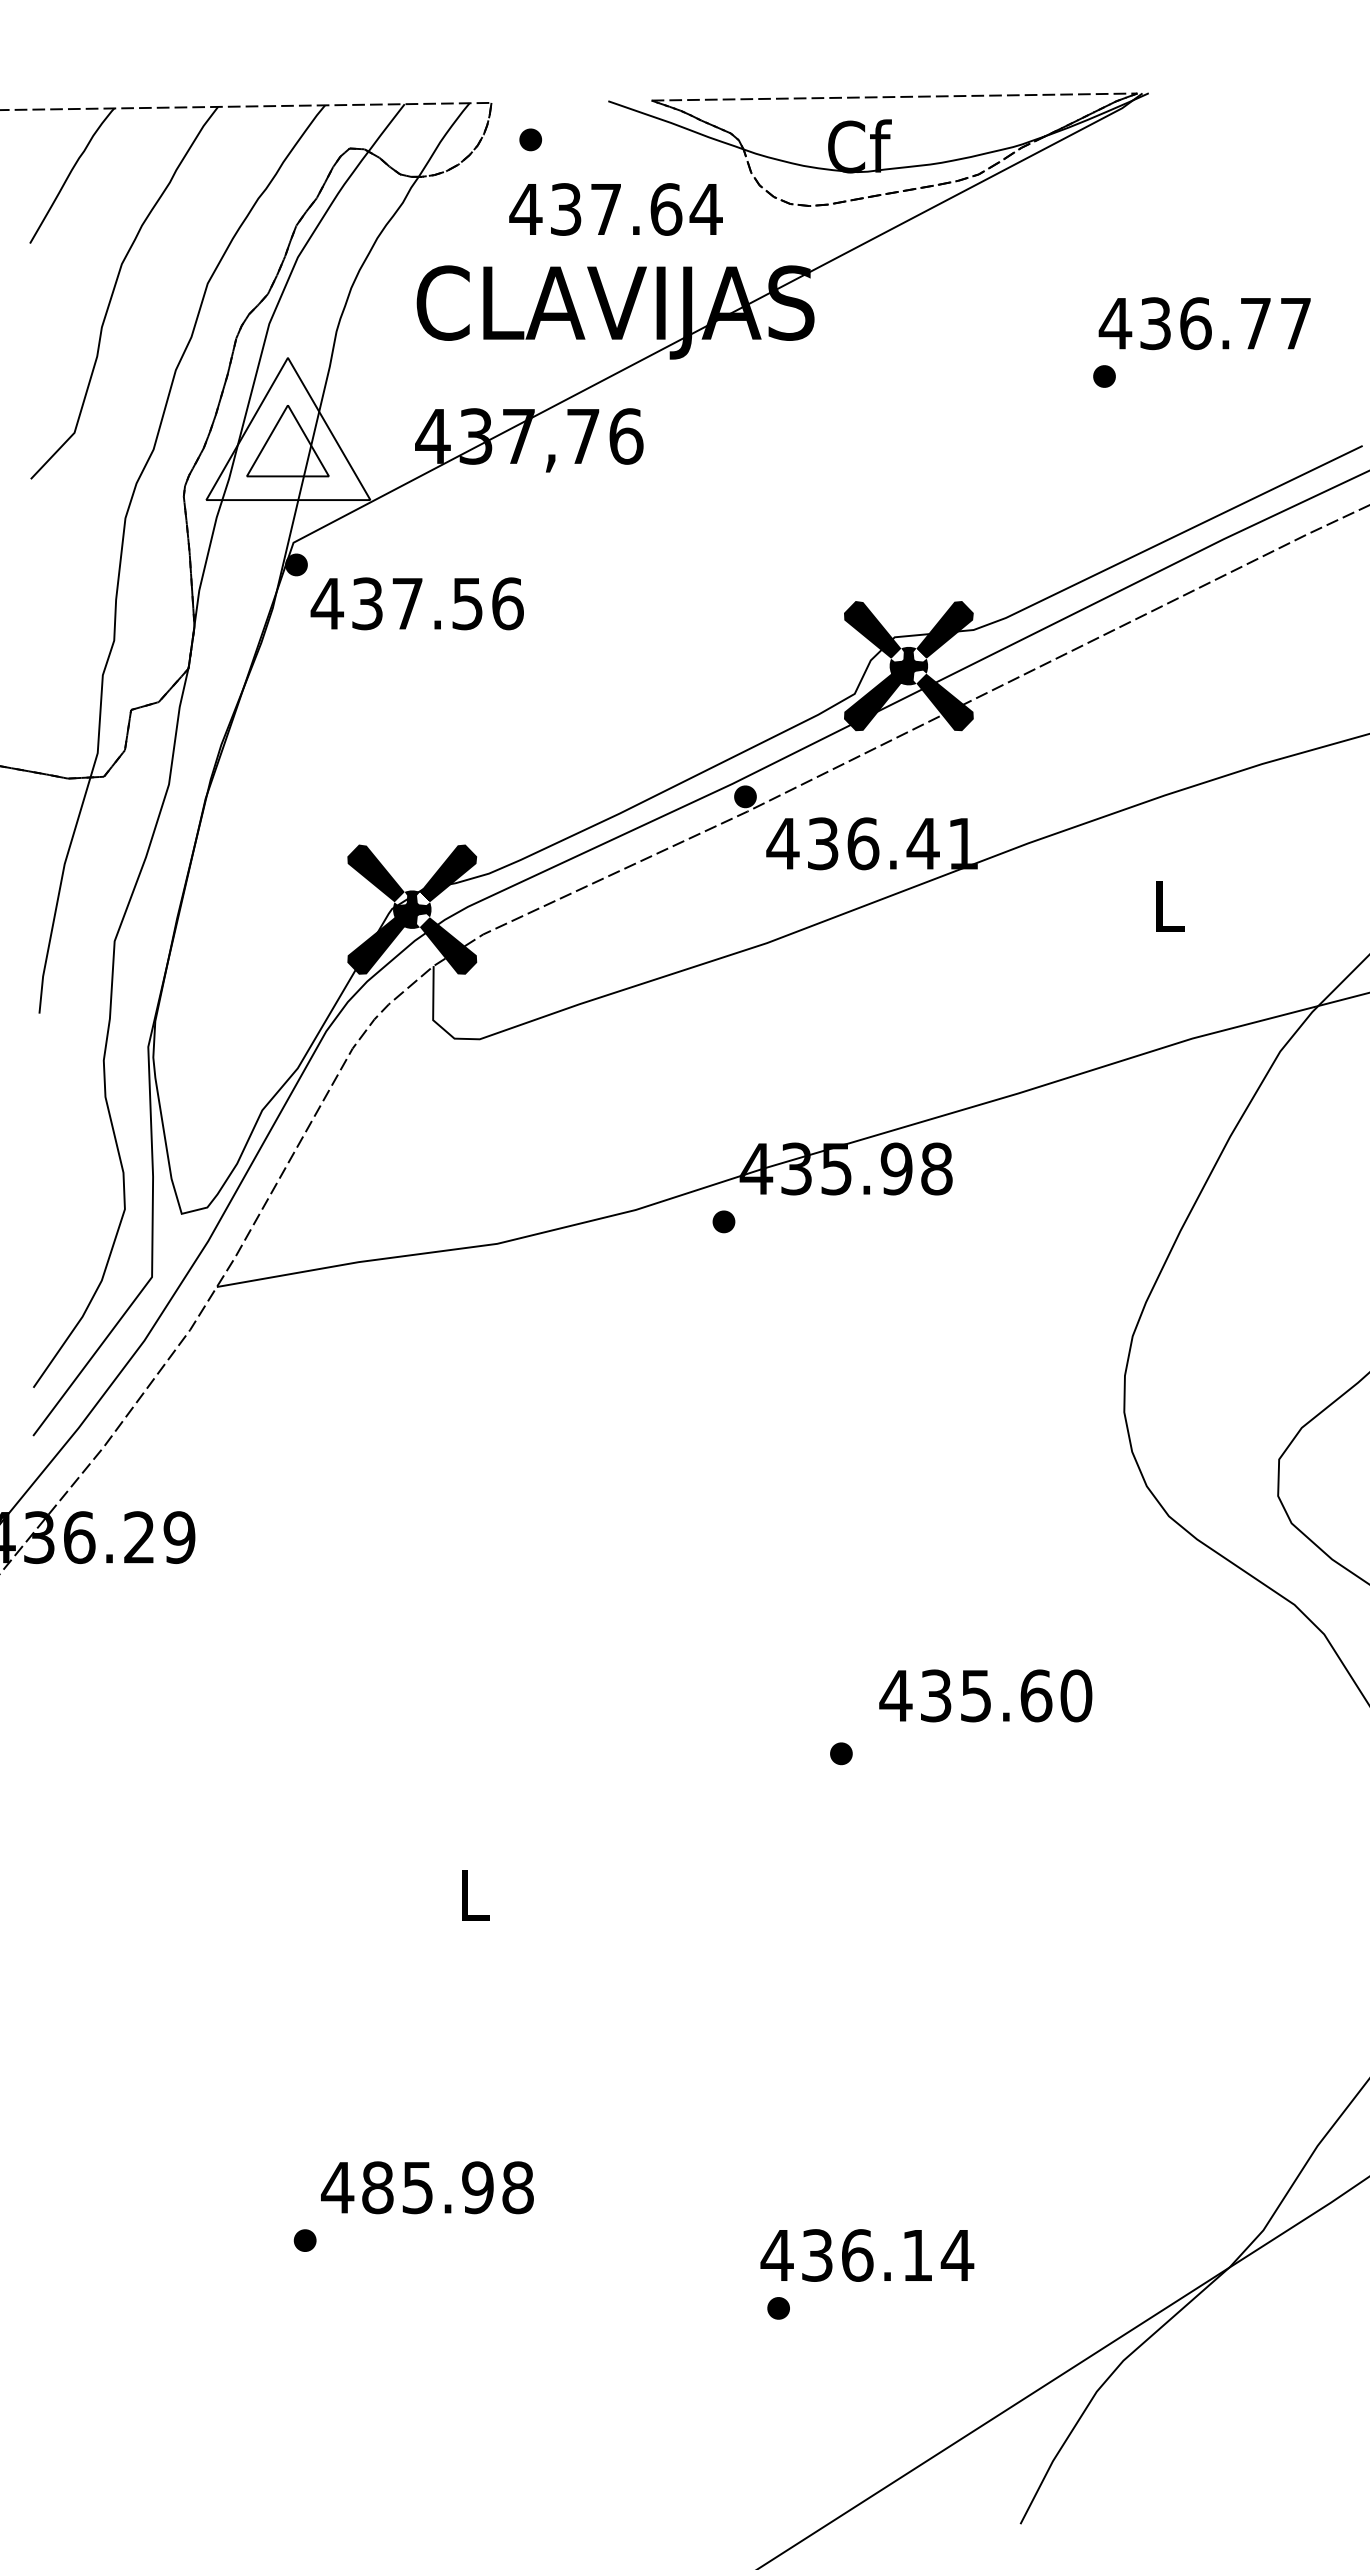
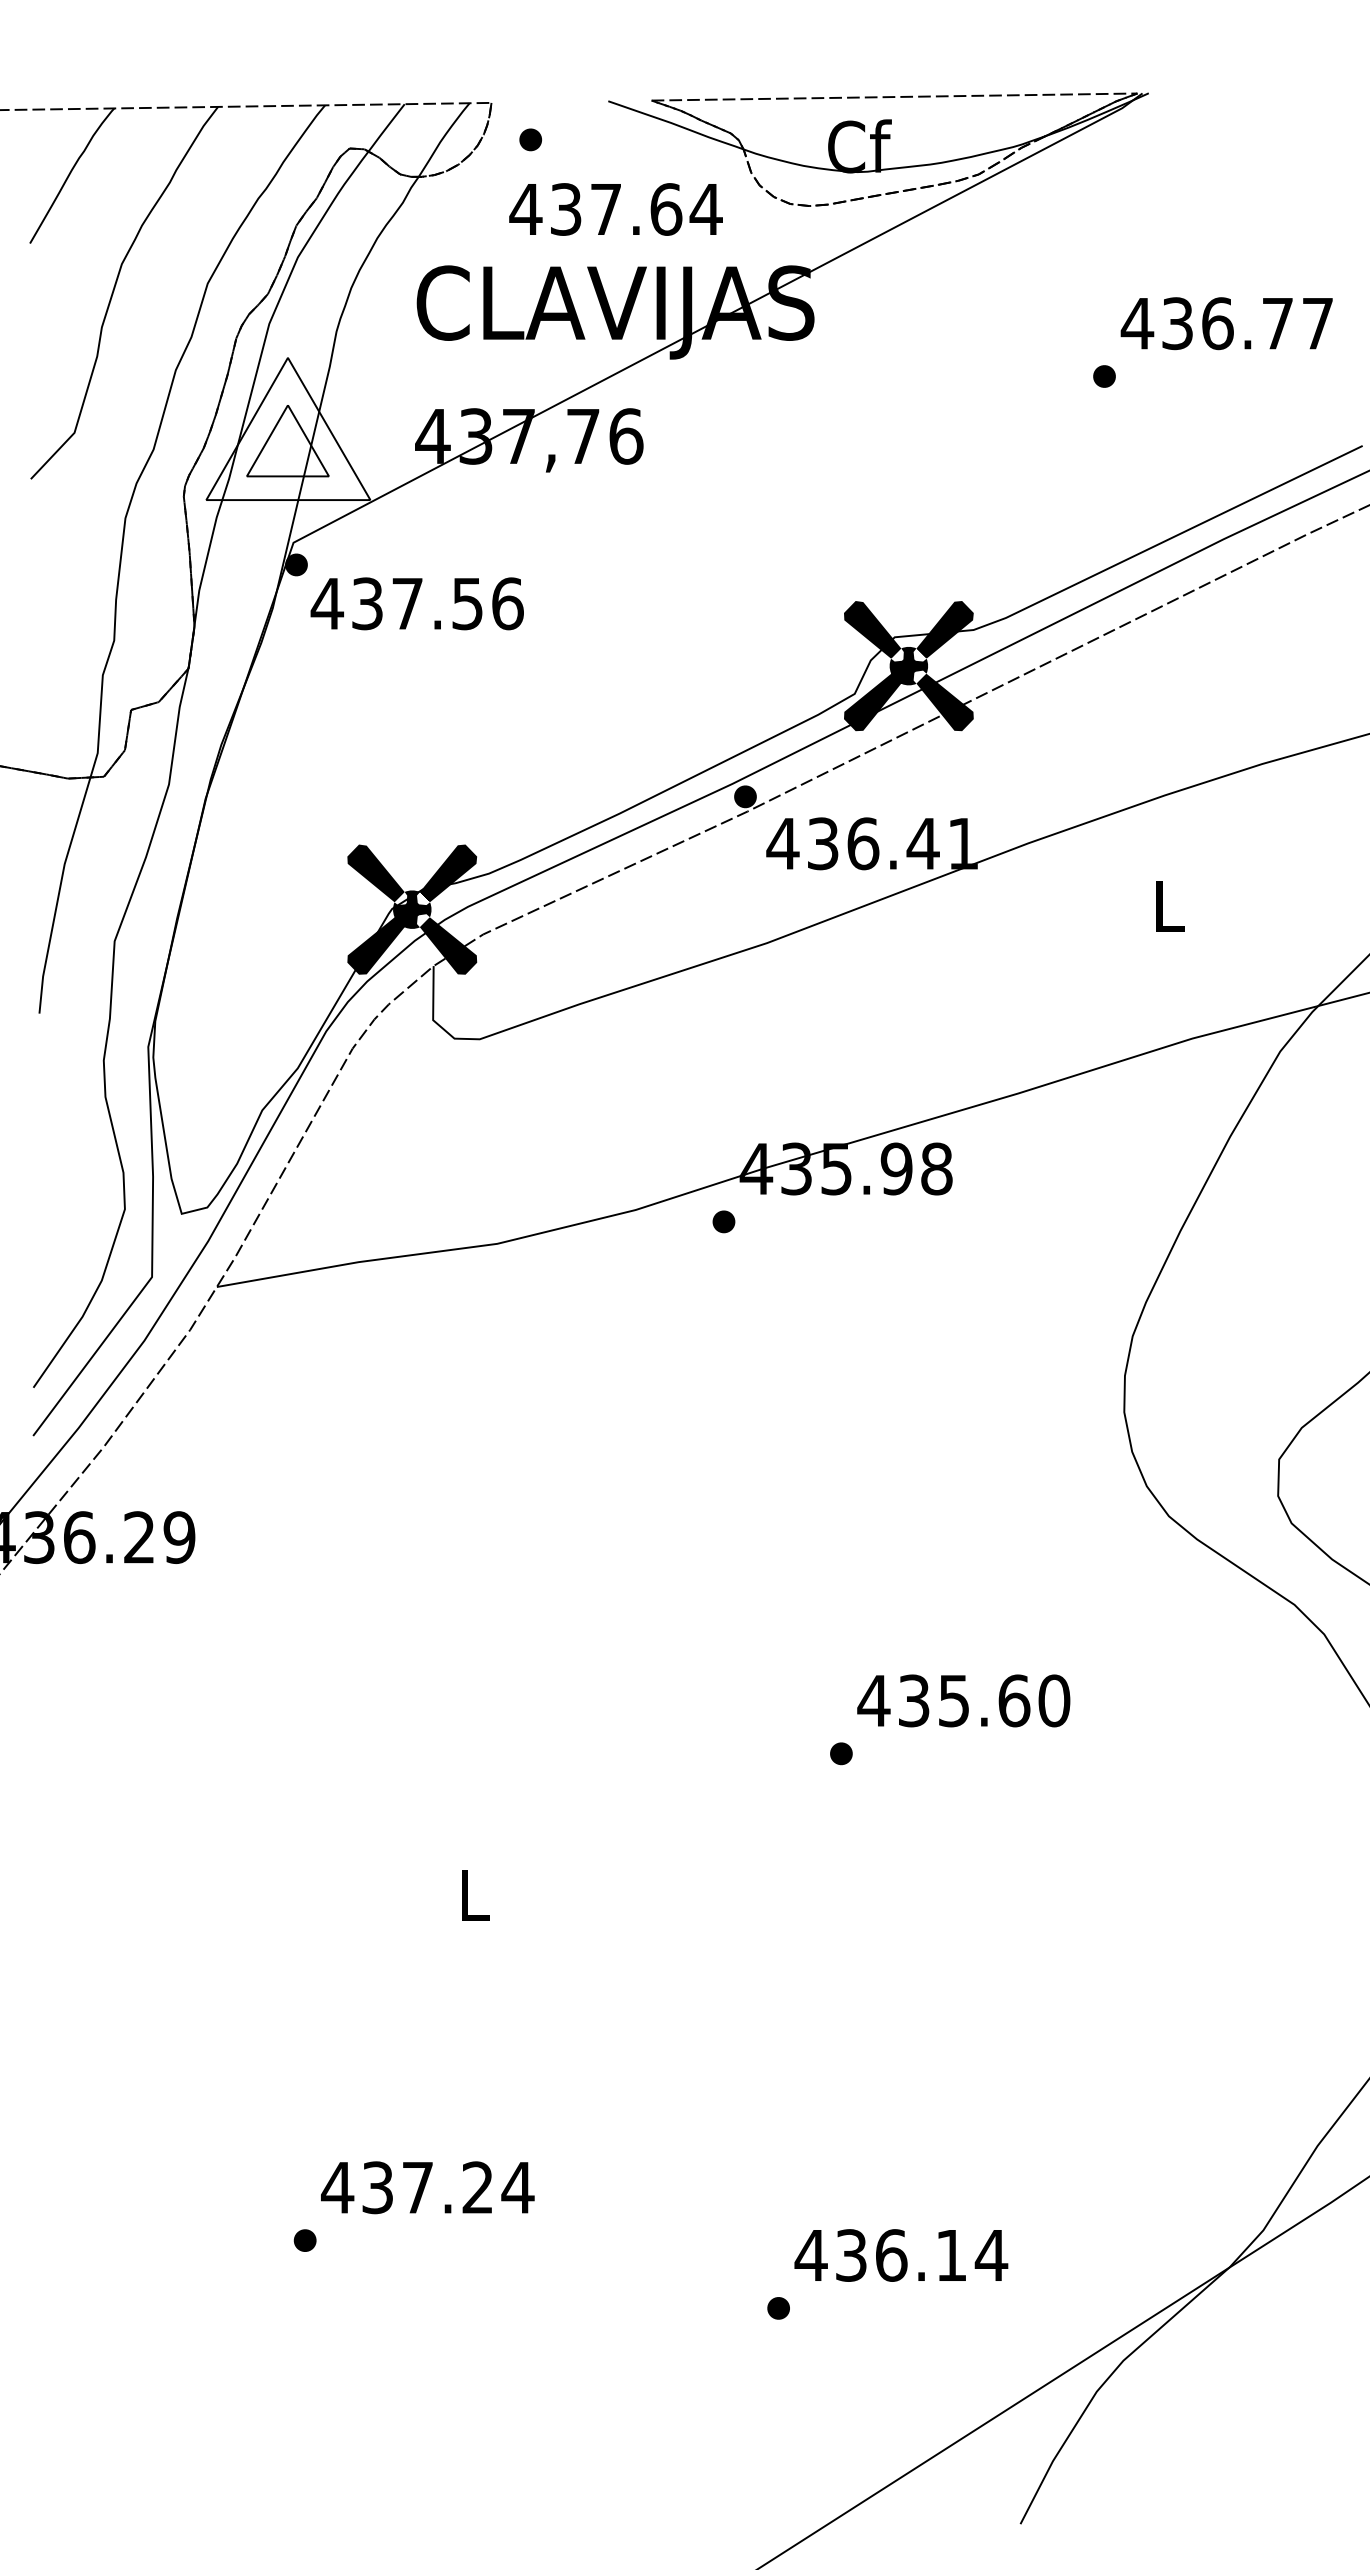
text at (1204, 323) position: (1204, 323) -> (1226, 323)
text at (985, 1695) position: (985, 1695) -> (963, 1700)
text at (448, 2187): 485.98 -> 437.24
text at (867, 2255) position: (867, 2255) -> (901, 2255)
